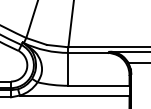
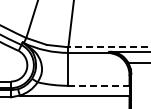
line at (109, 47): solid -> dashed
line at (99, 85): solid -> dashed
